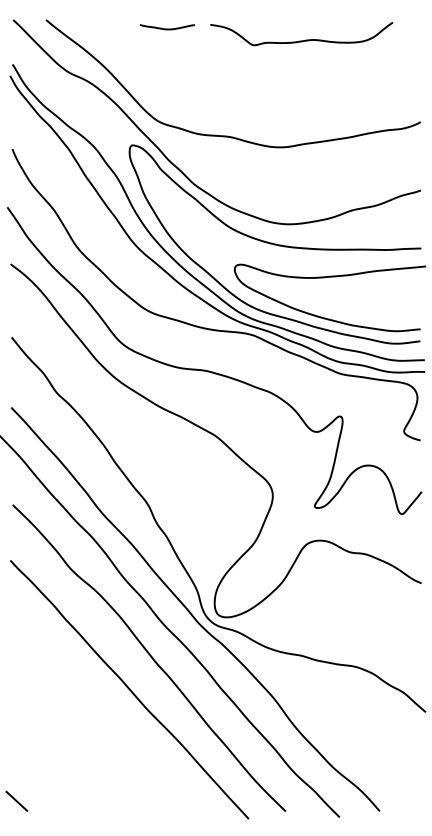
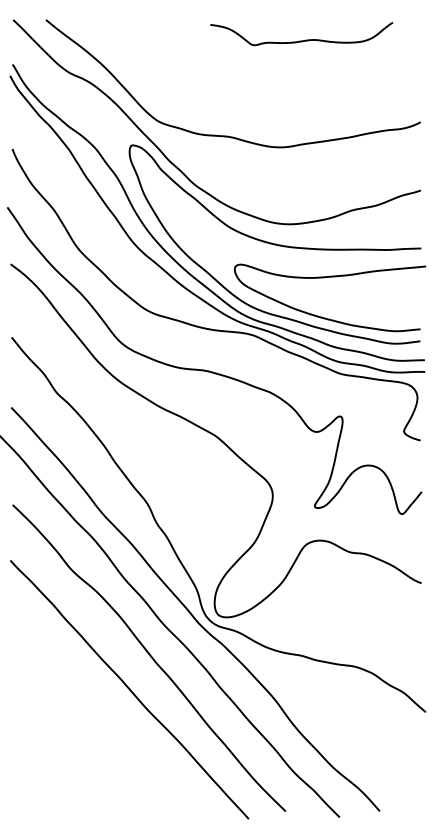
curve at (166, 28): present -> none
line at (16, 800): present -> none
